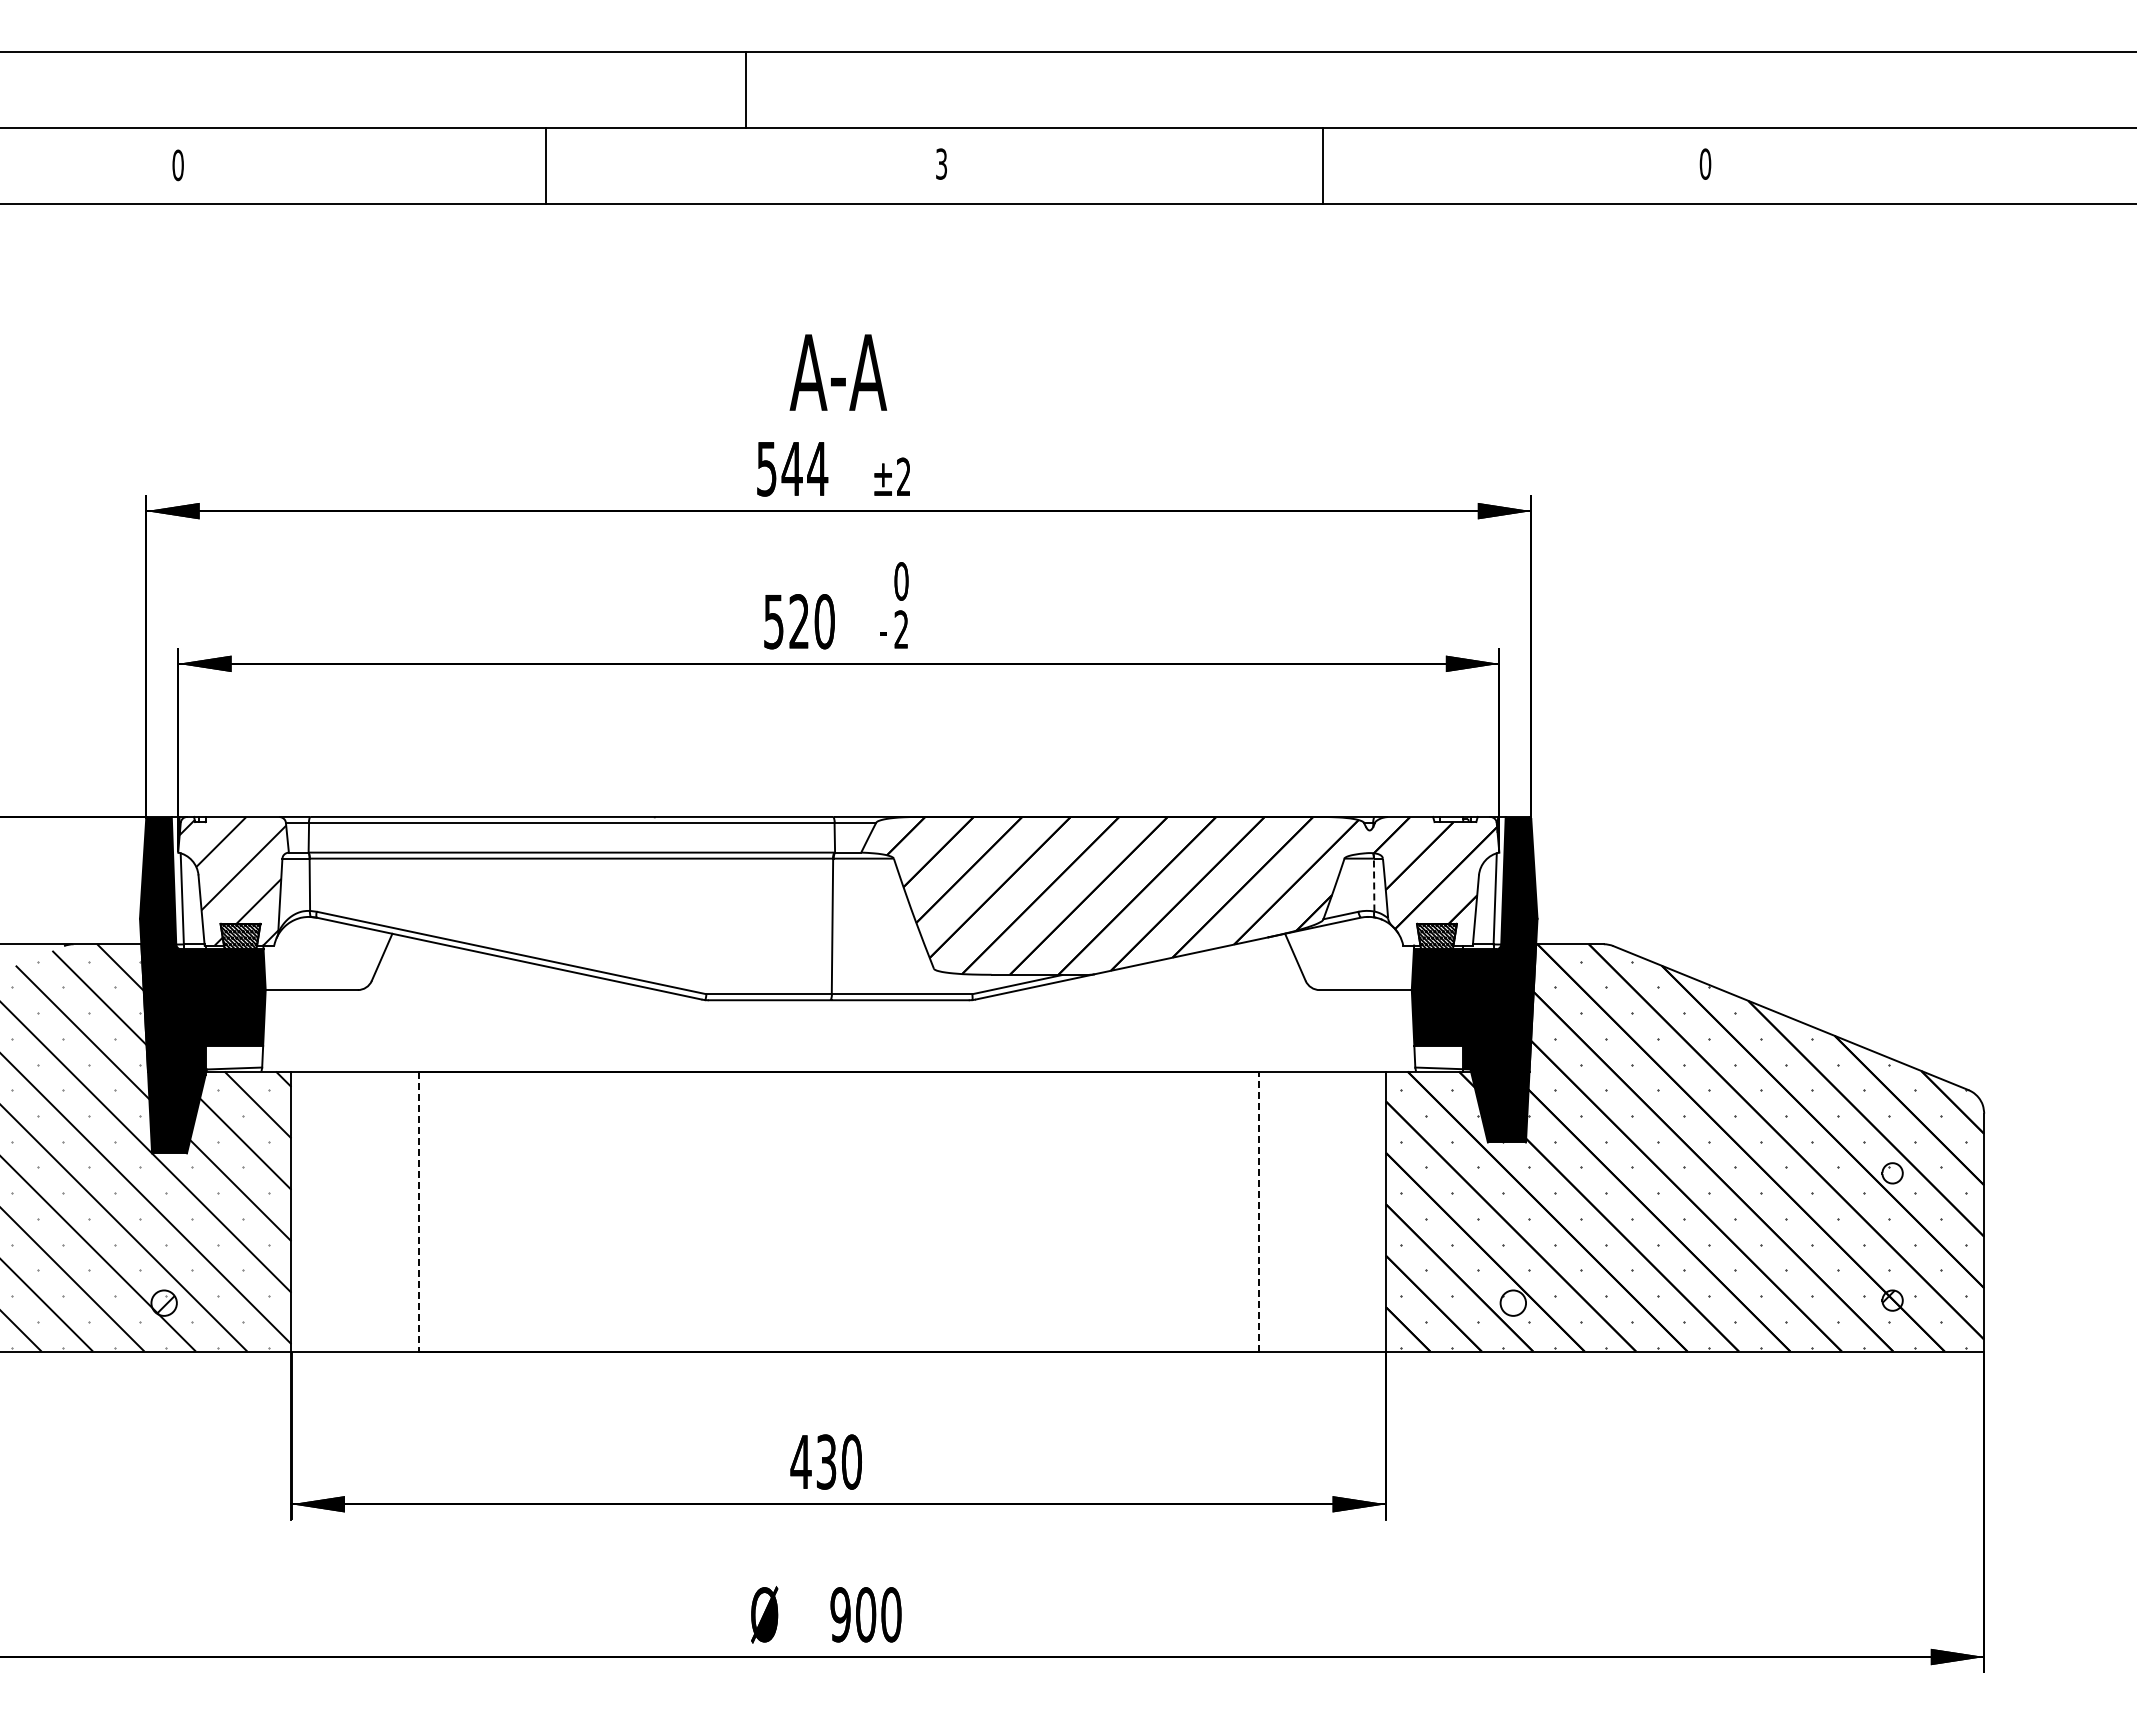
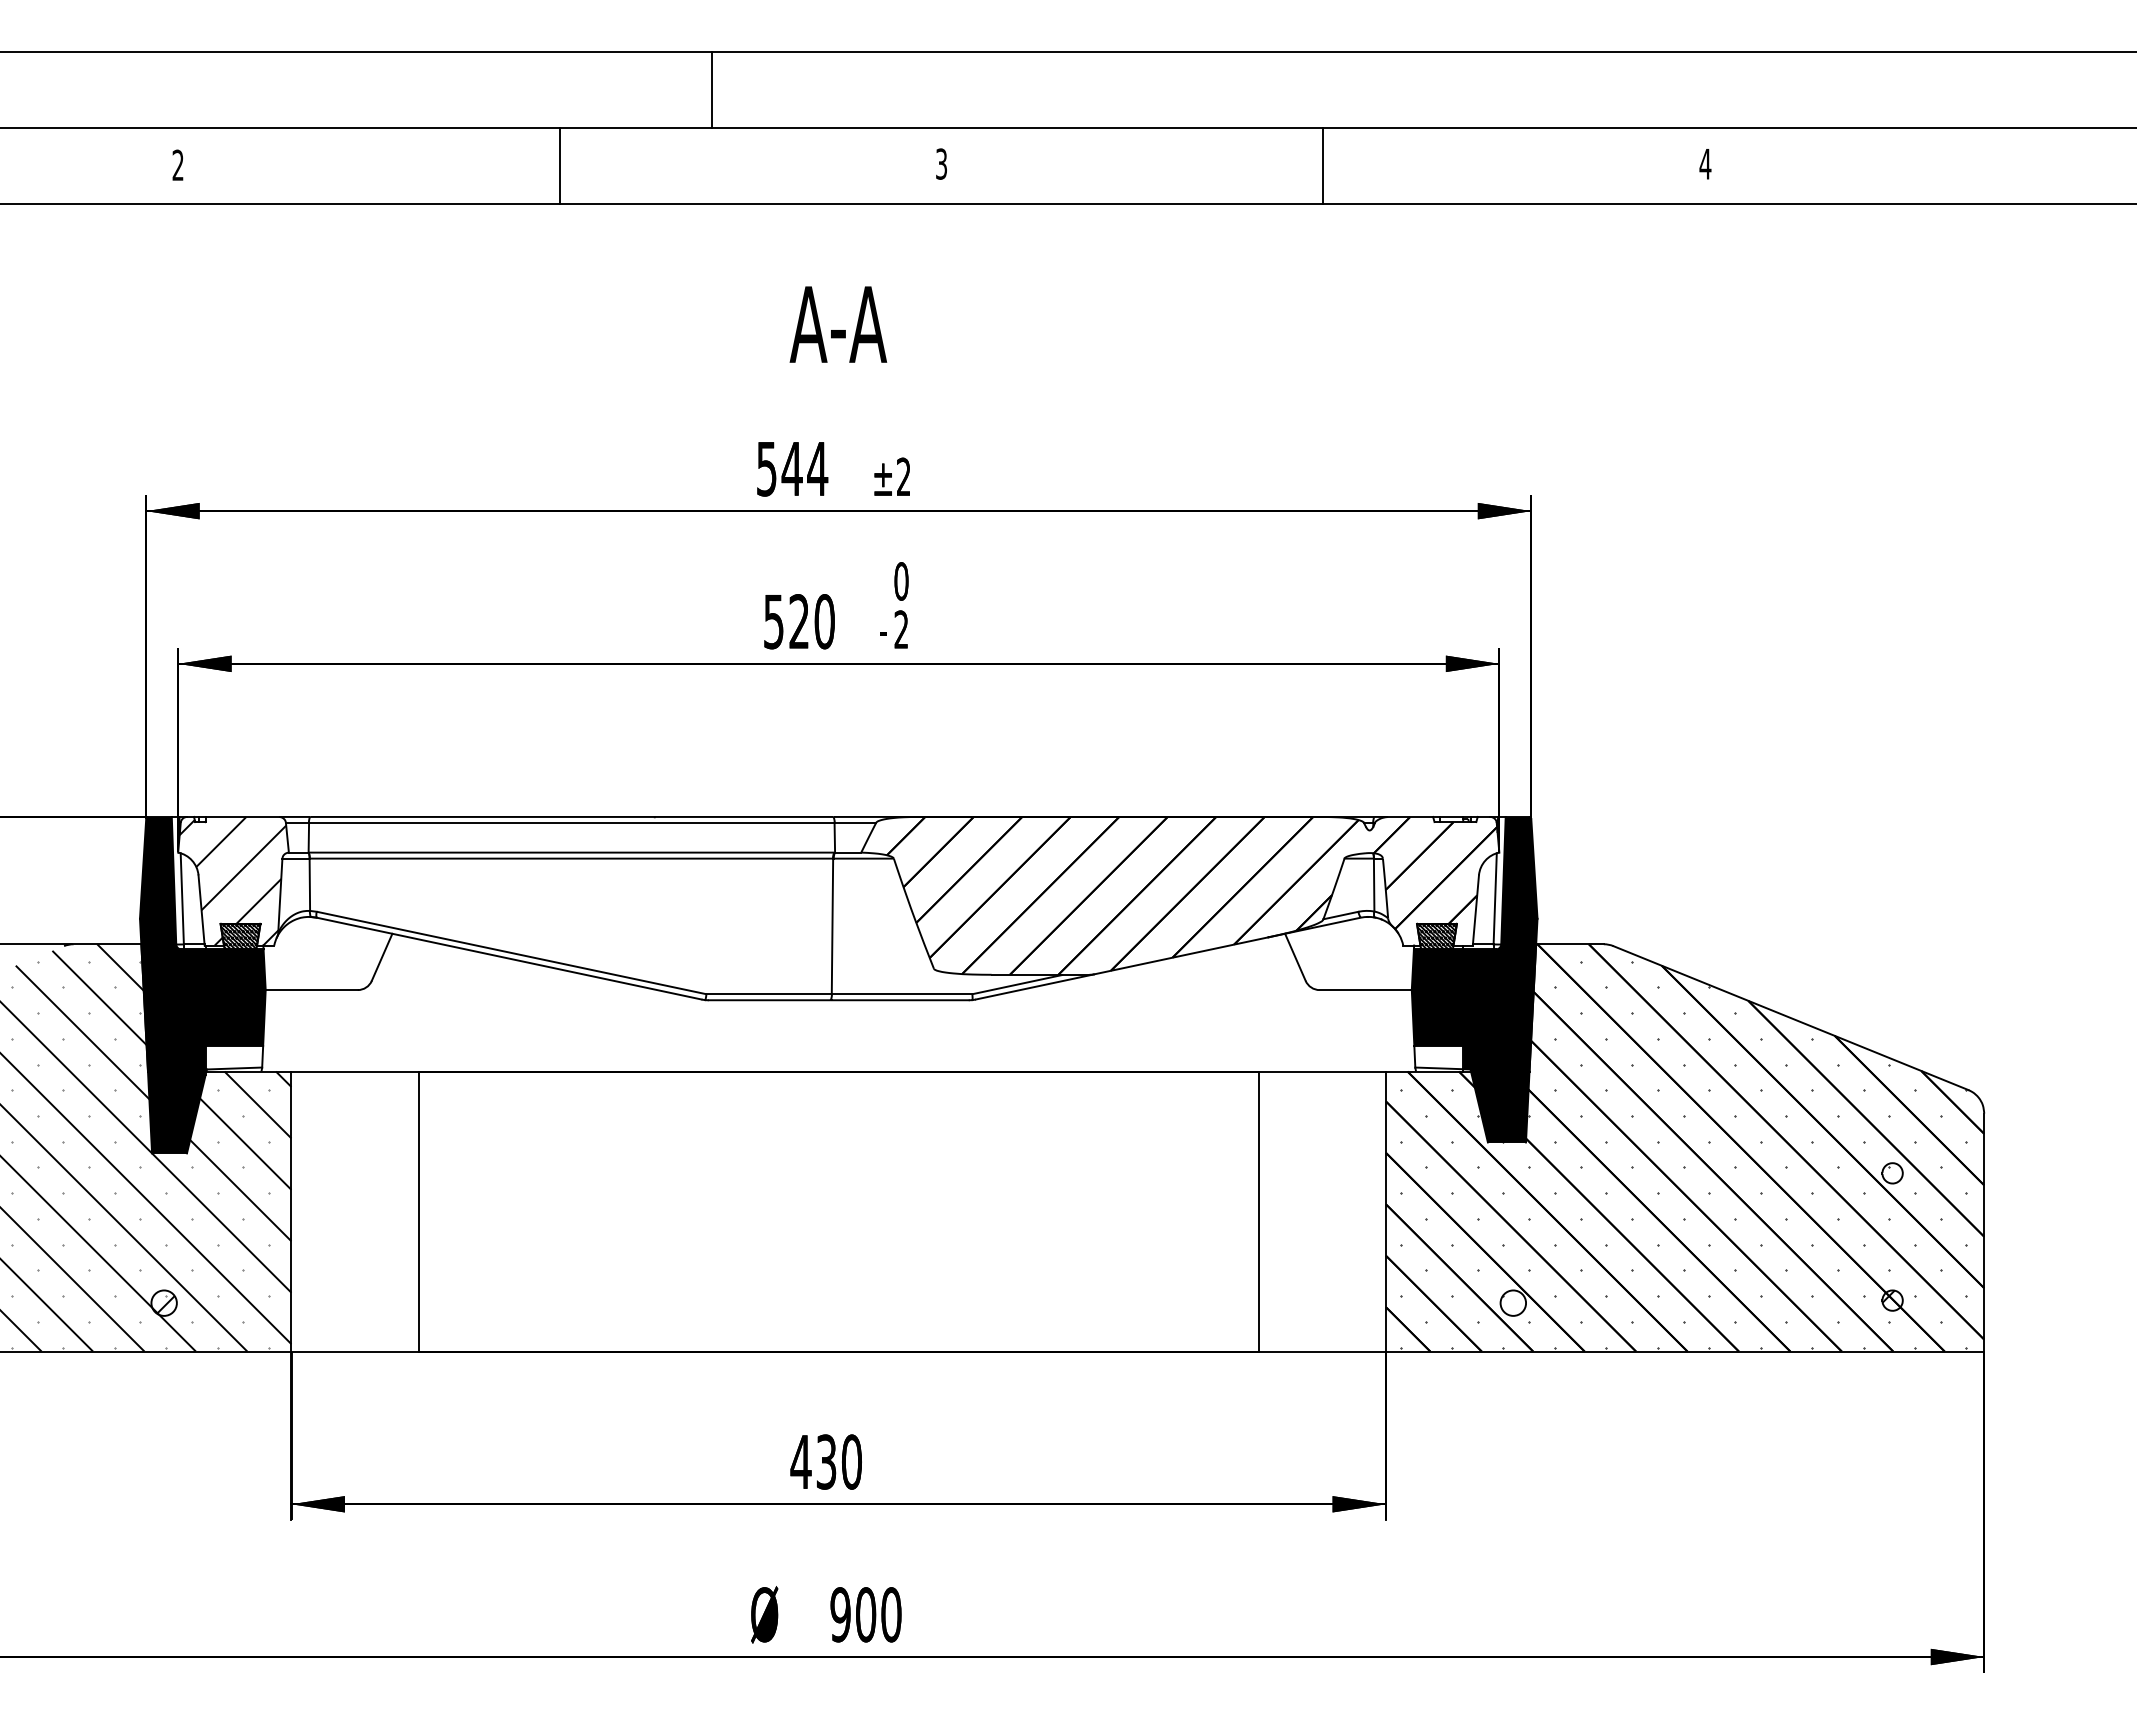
line at (746, 89) position: (746, 89) -> (712, 89)
text at (1705, 163): 0 -> 4
text at (177, 165): 0 -> 2
line at (545, 166) position: (545, 166) -> (559, 166)
text at (838, 372) position: (838, 372) -> (838, 324)
line at (1374, 884): dashed -> solid
line at (1258, 1211): dashed -> solid
line at (418, 1212): dashed -> solid
